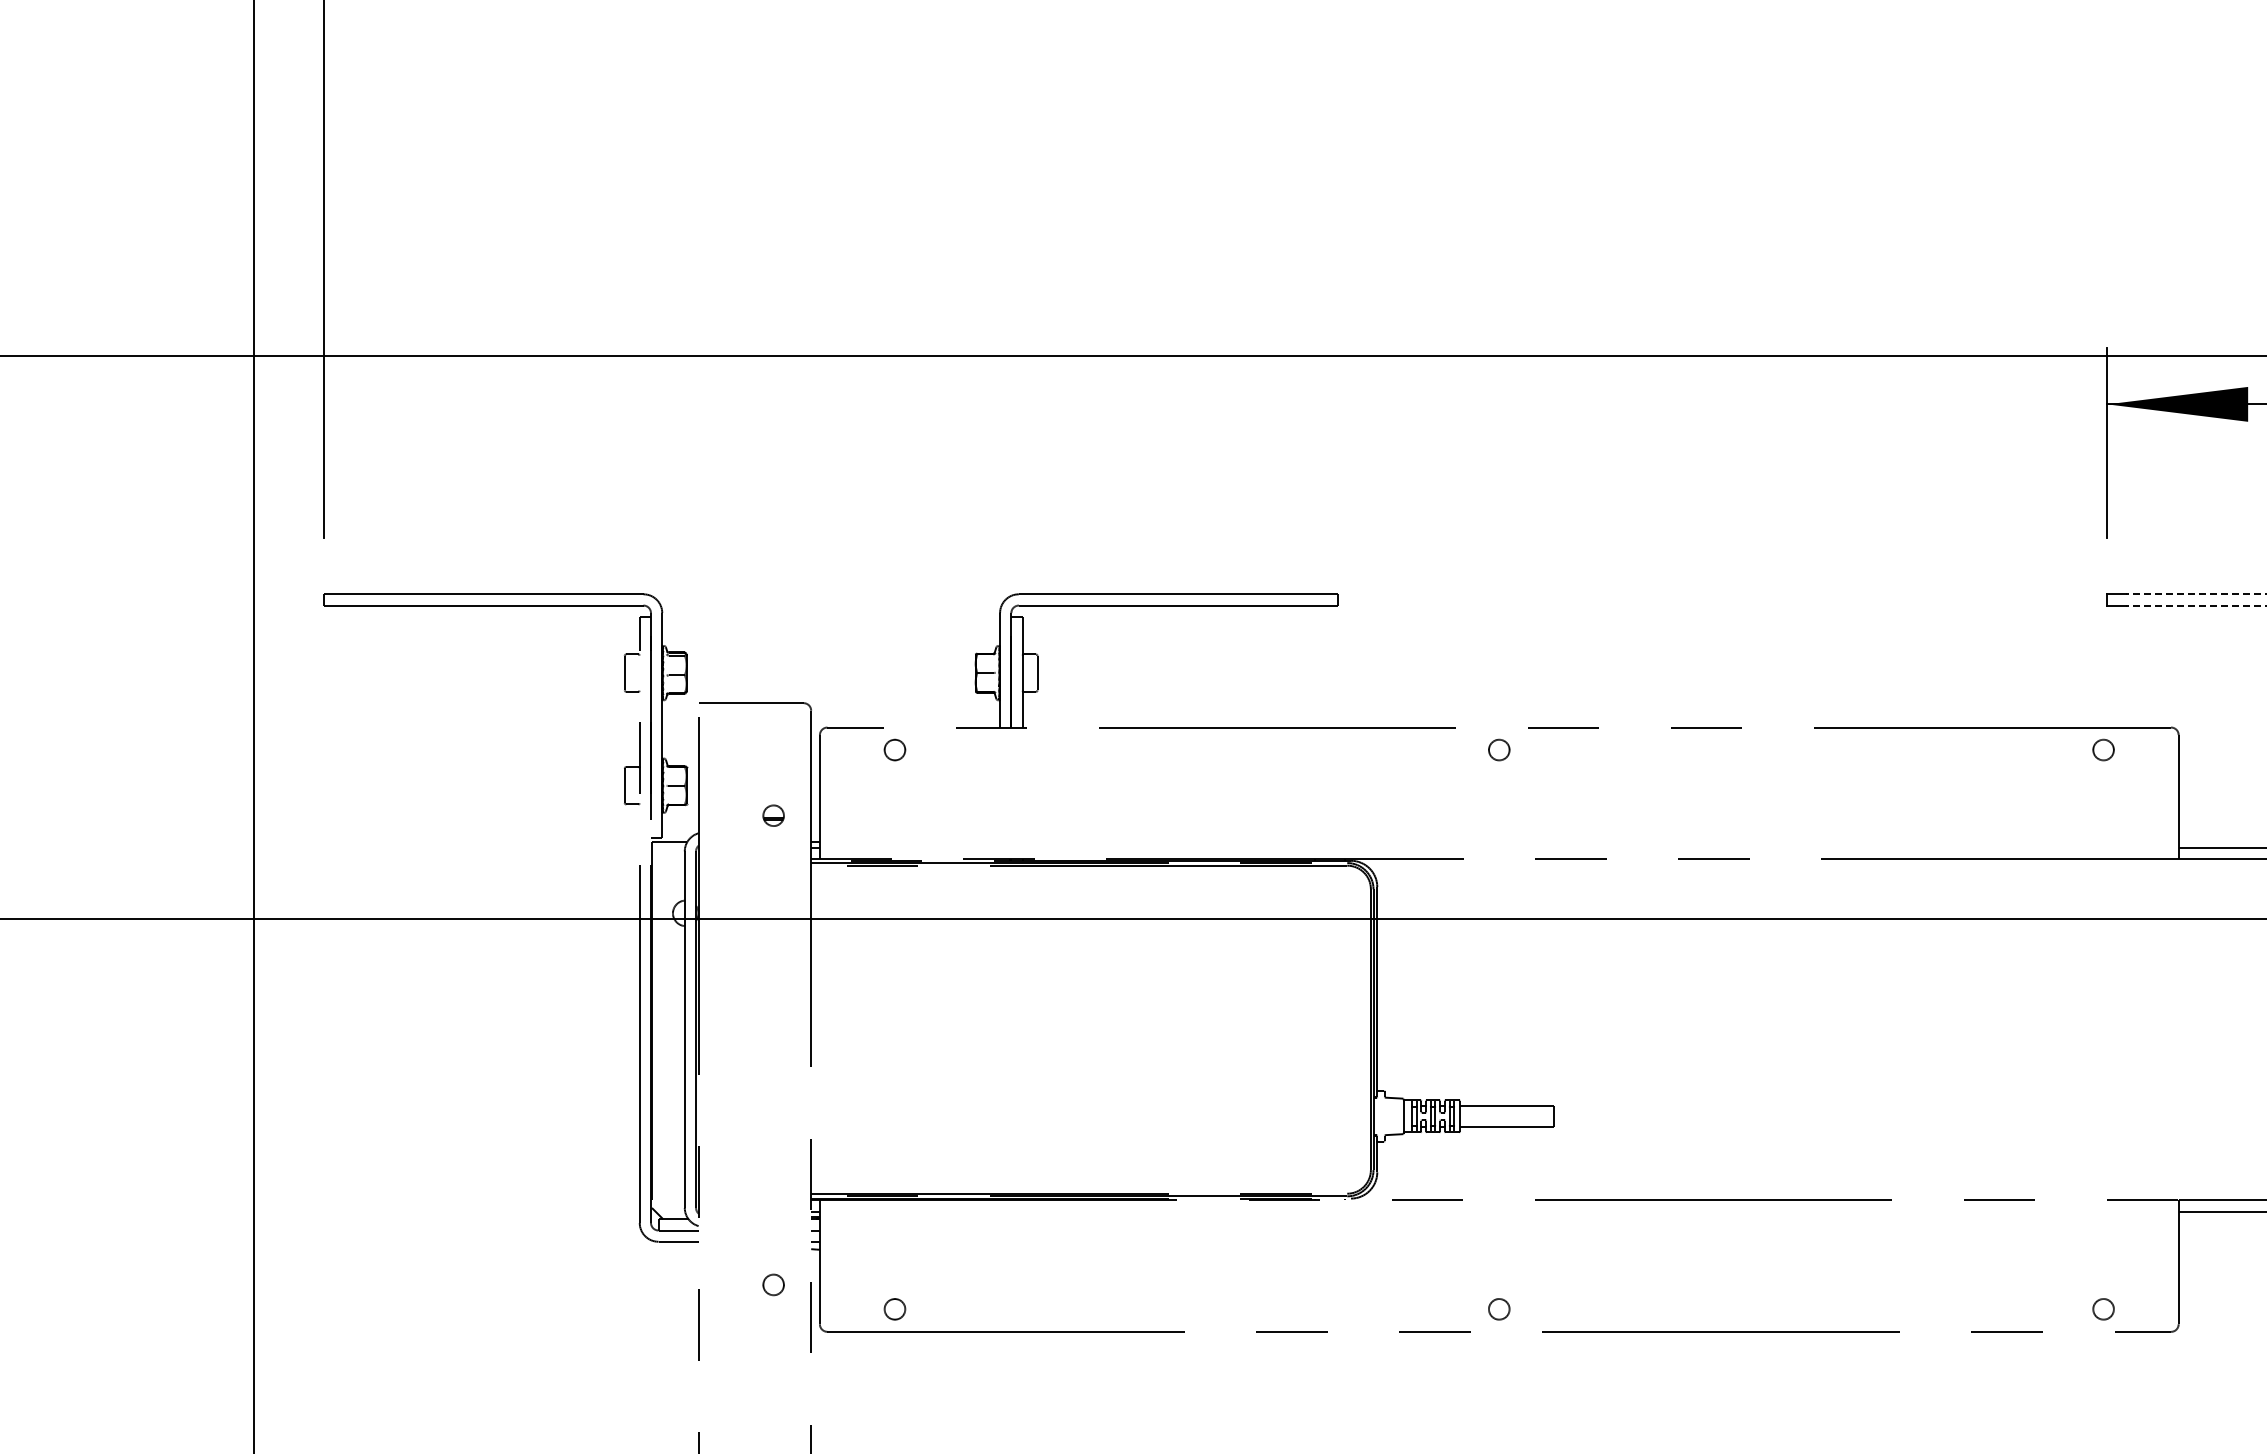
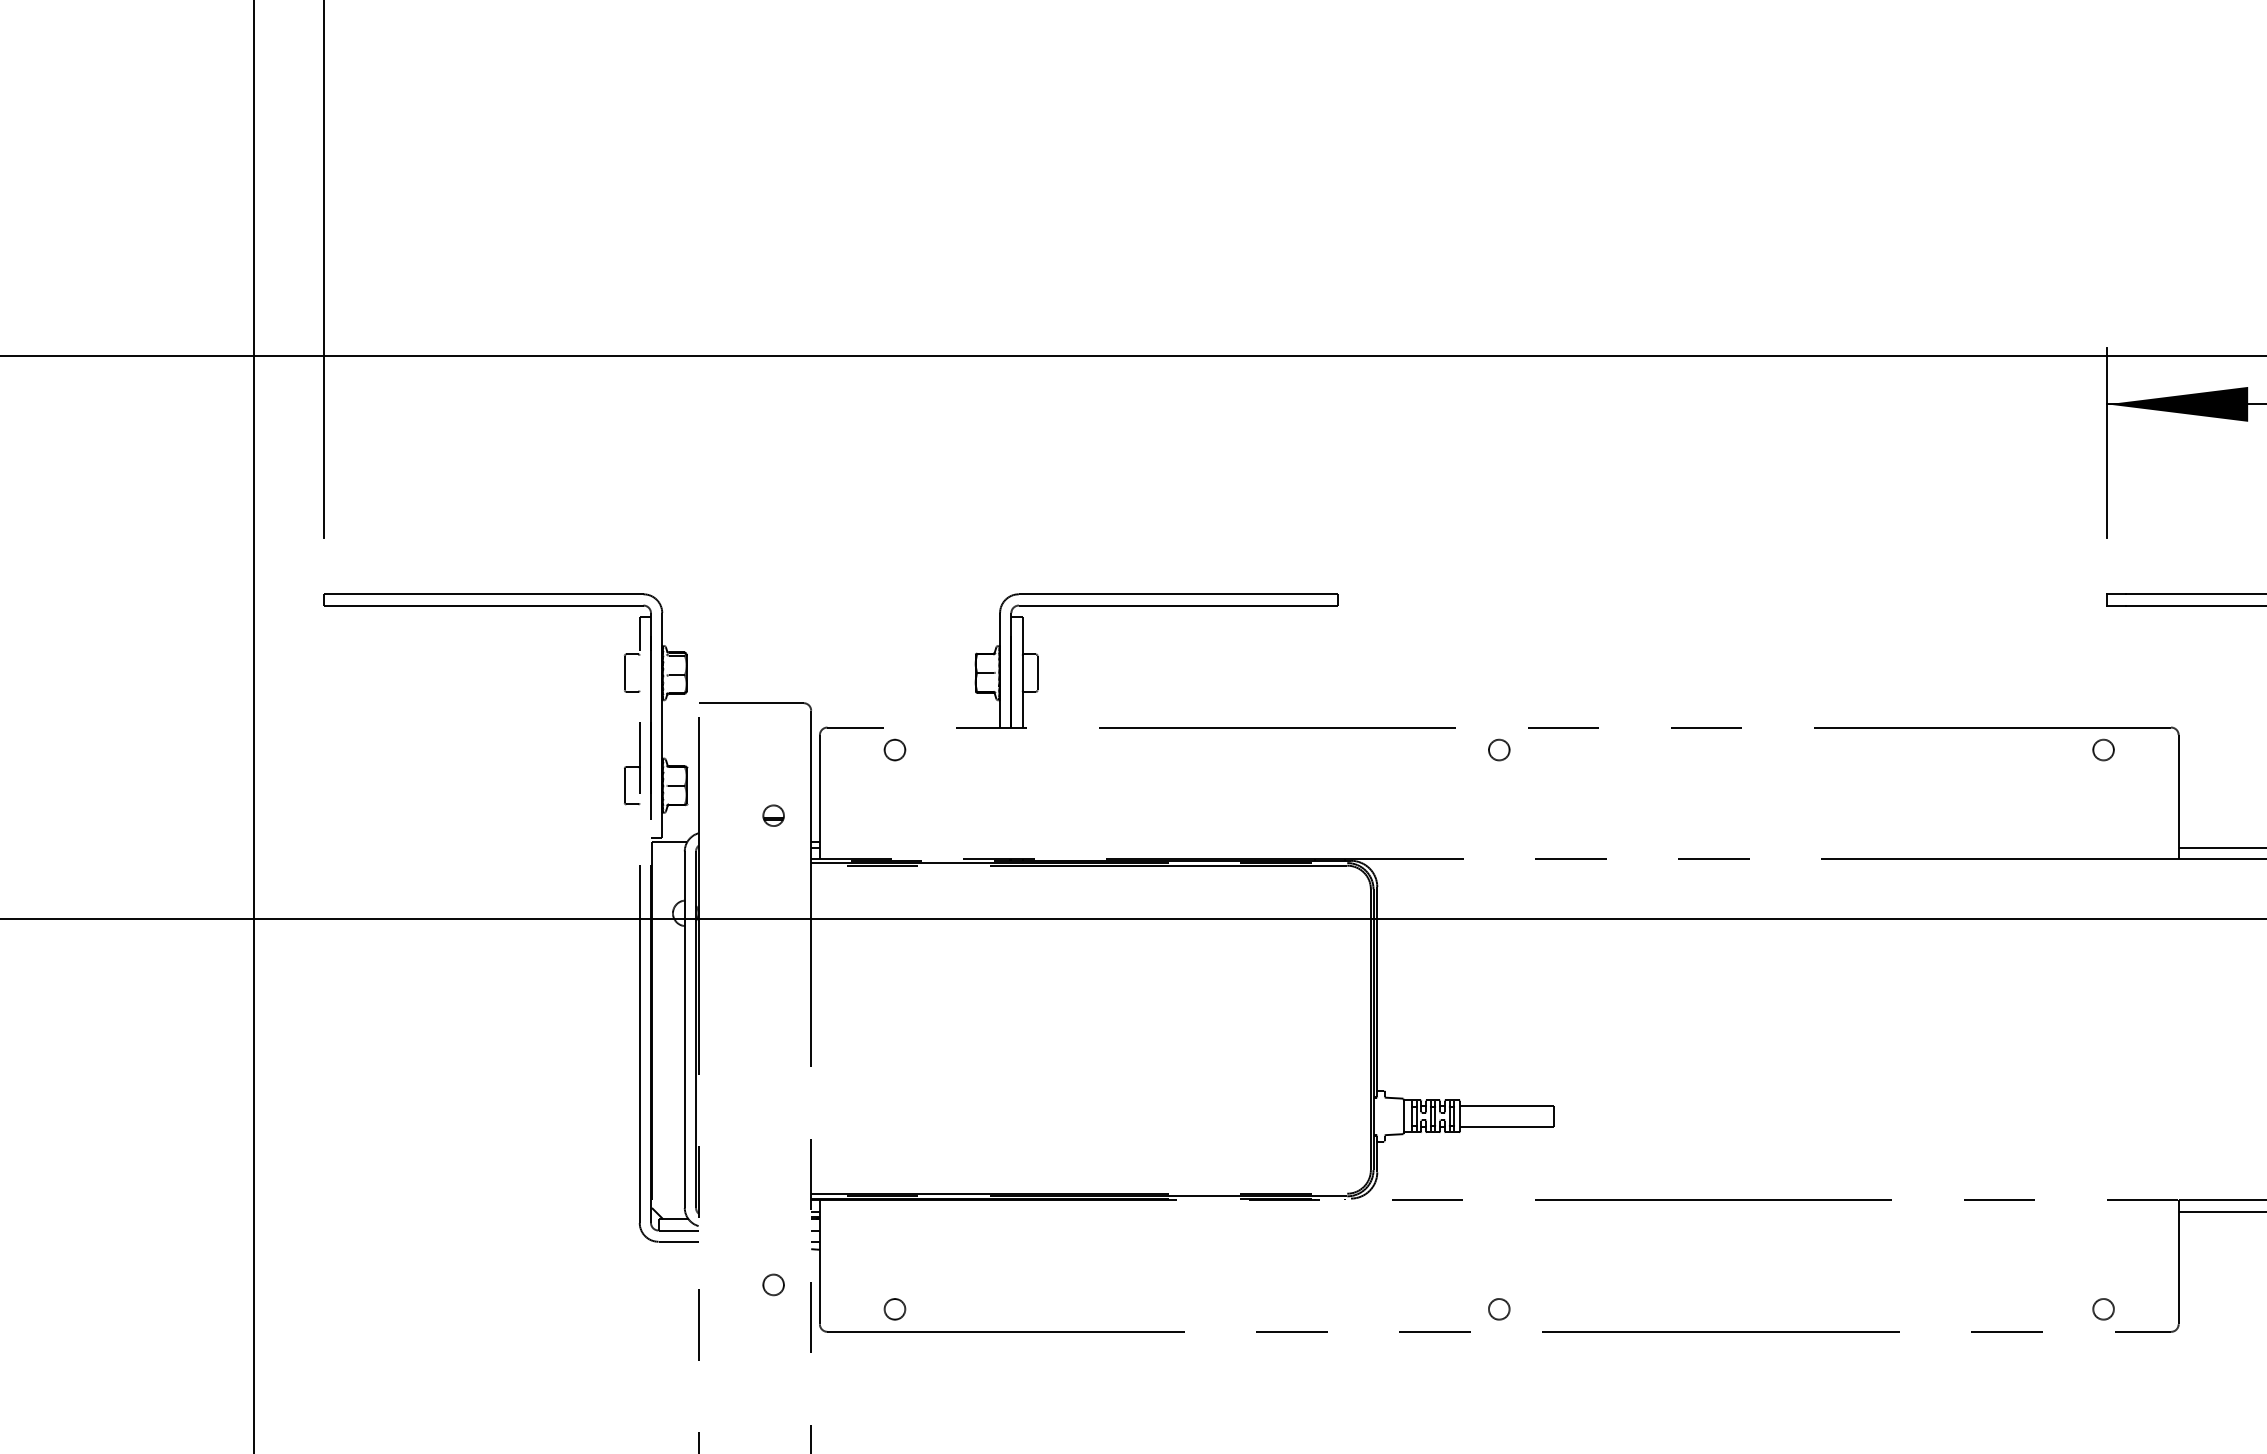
line at (2195, 594): dashed -> solid
line at (2195, 605): dashed -> solid
